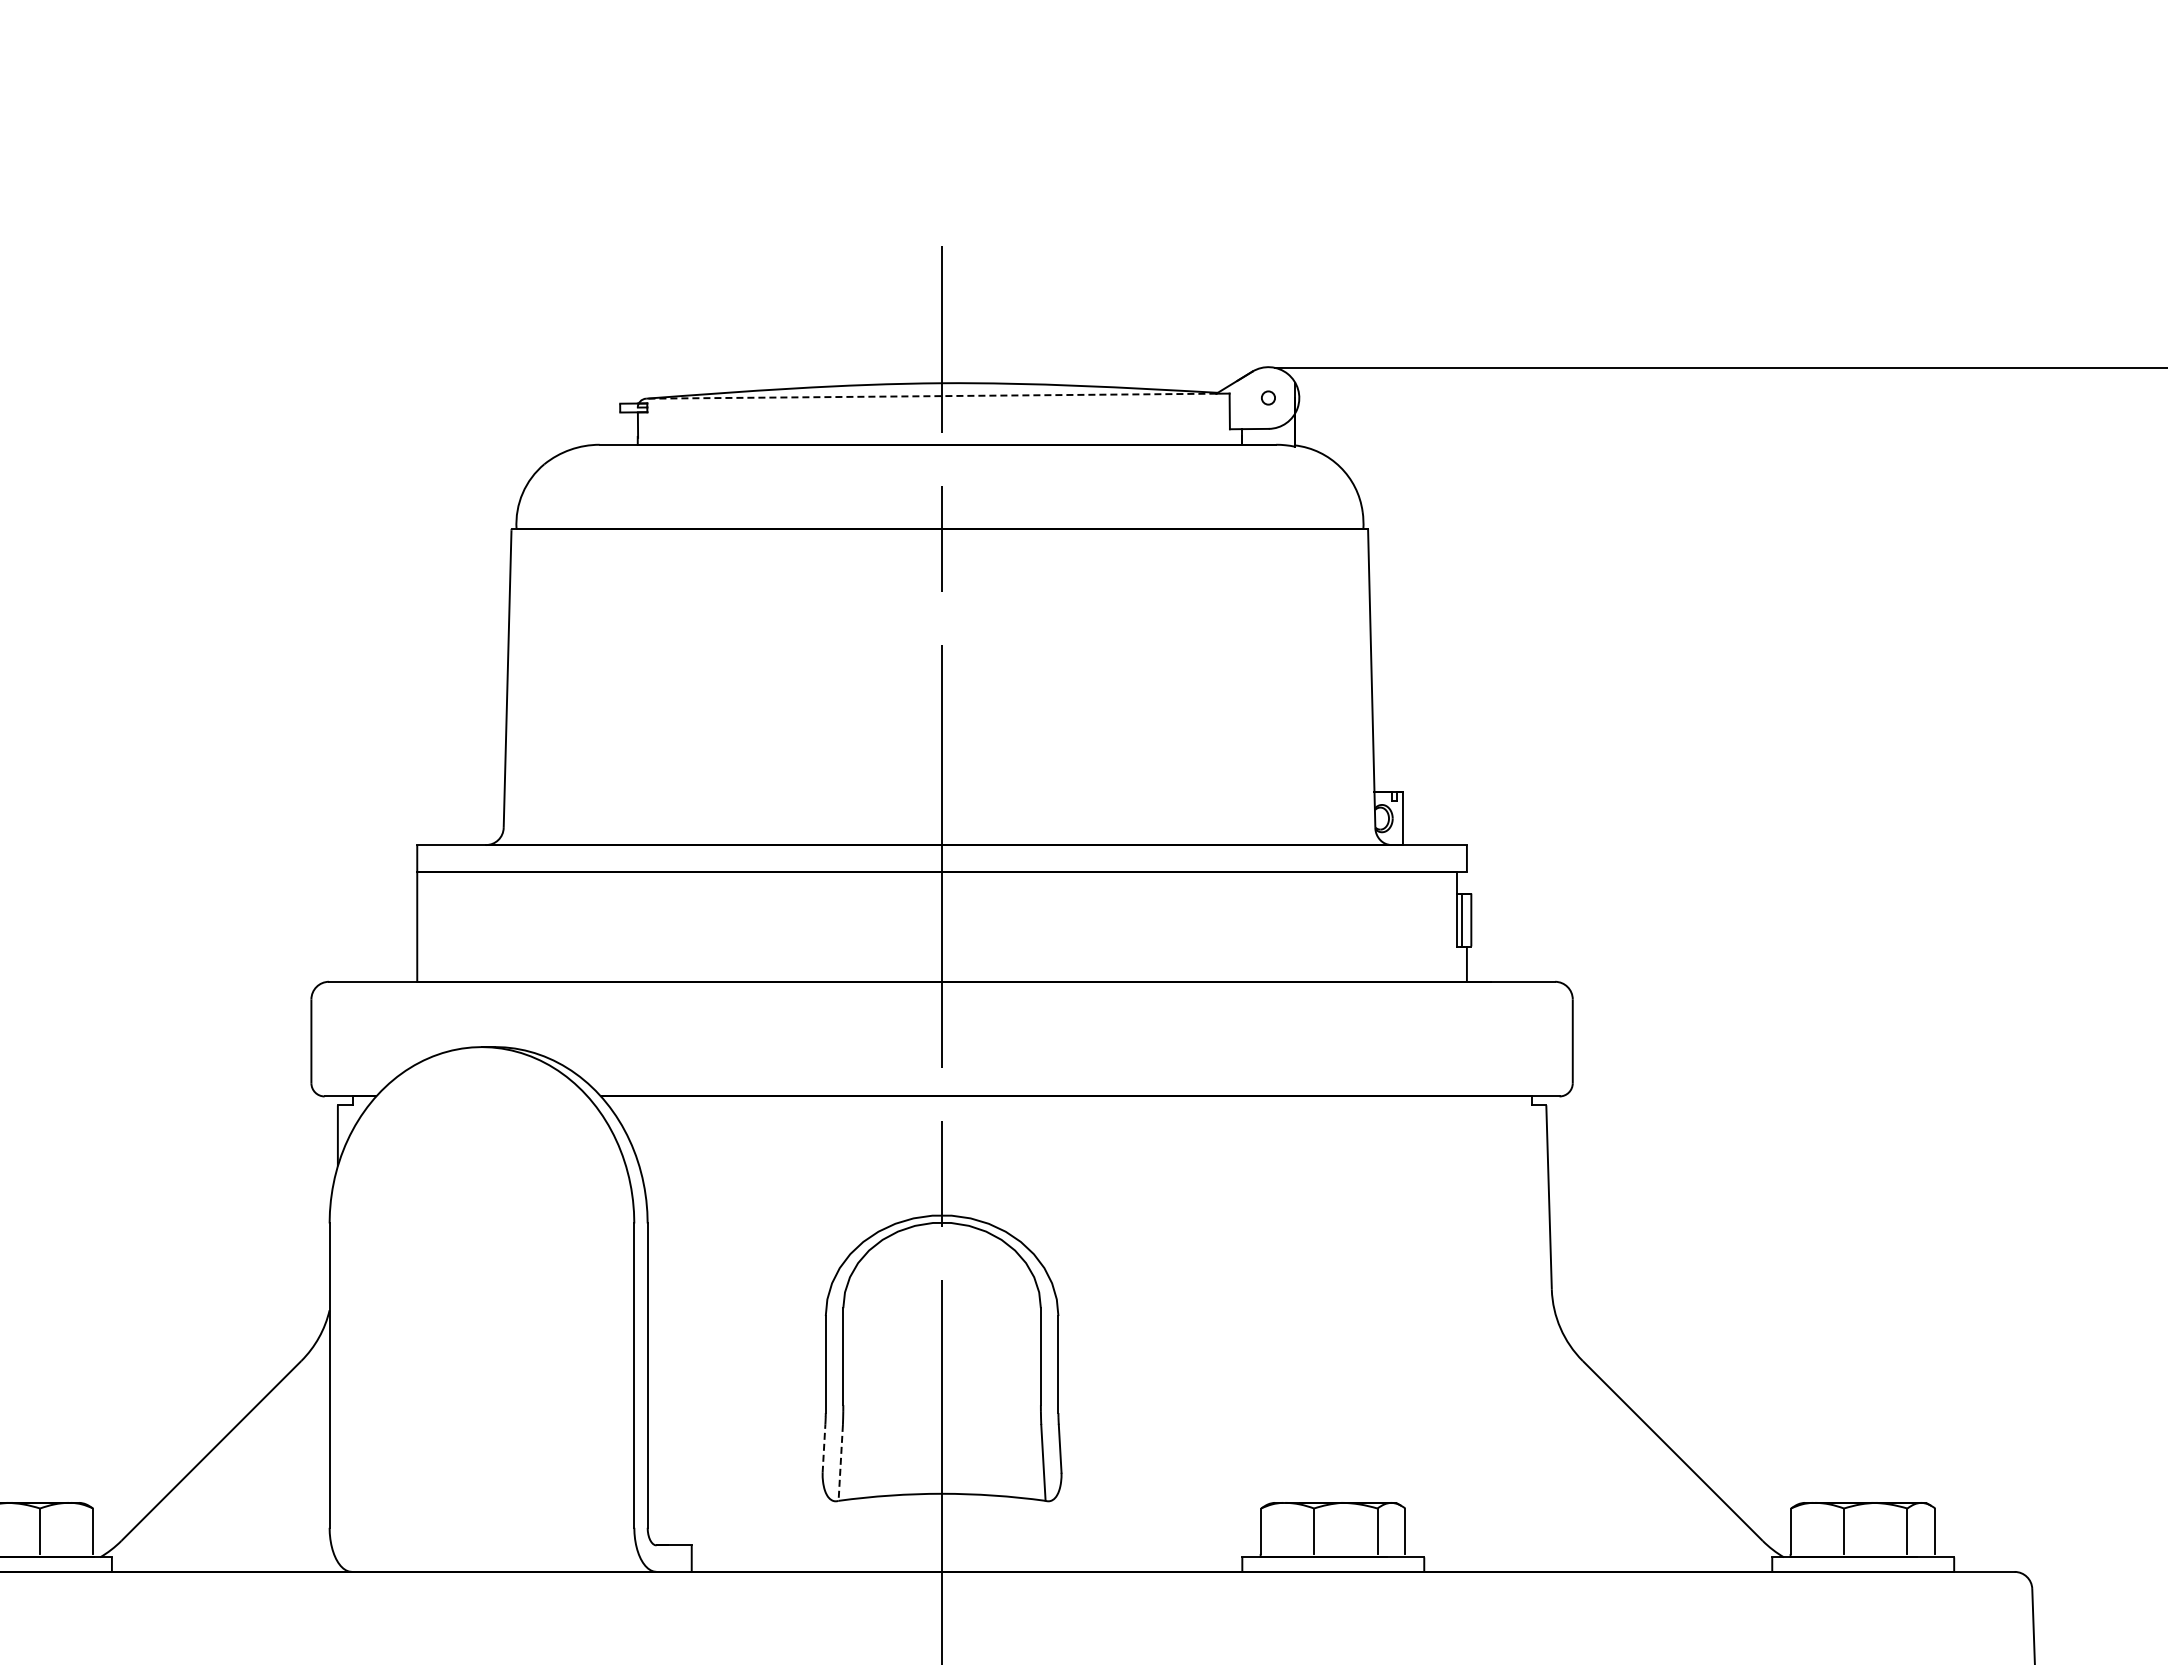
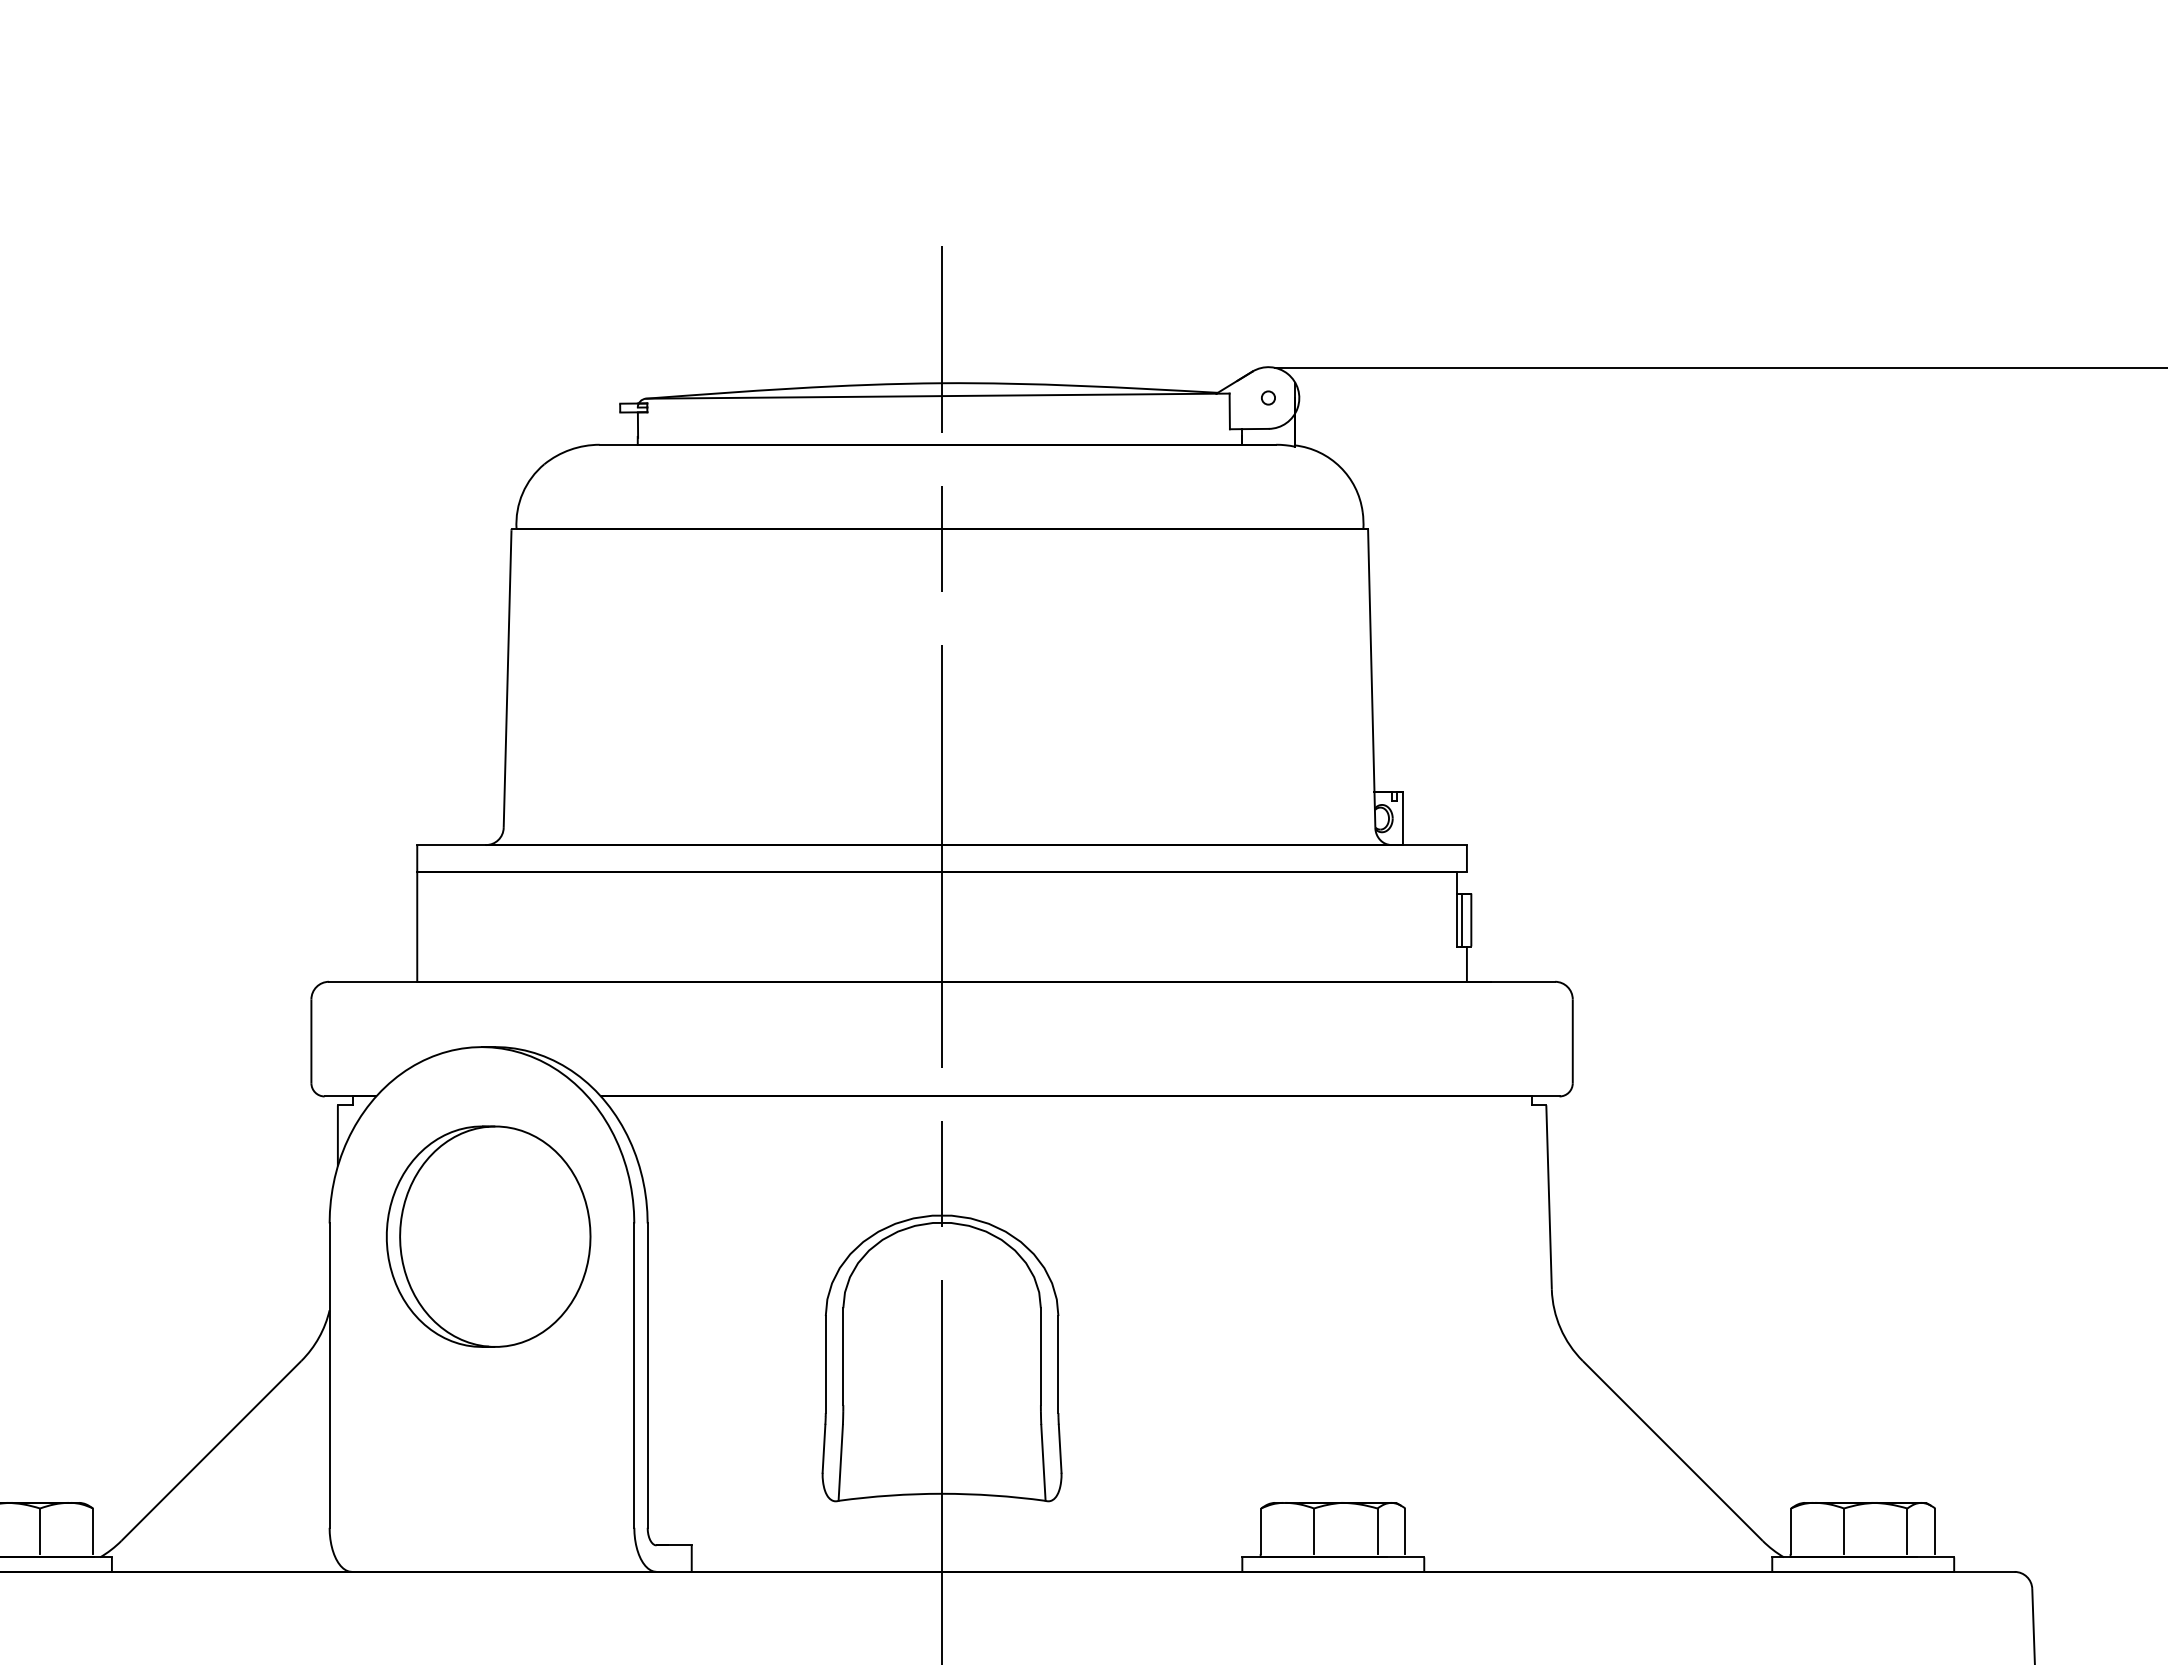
line at (930, 396): dashed -> solid
part at (488, 1236): none -> present
line at (824, 1448): dashed -> solid
line at (840, 1463): dashed -> solid
